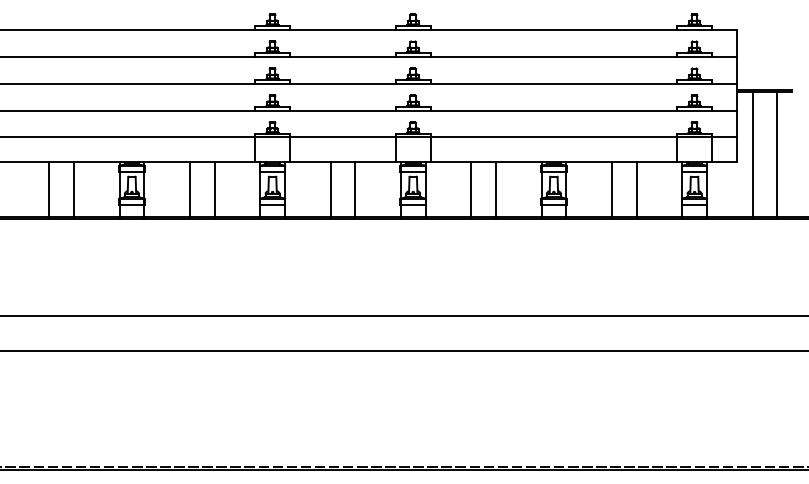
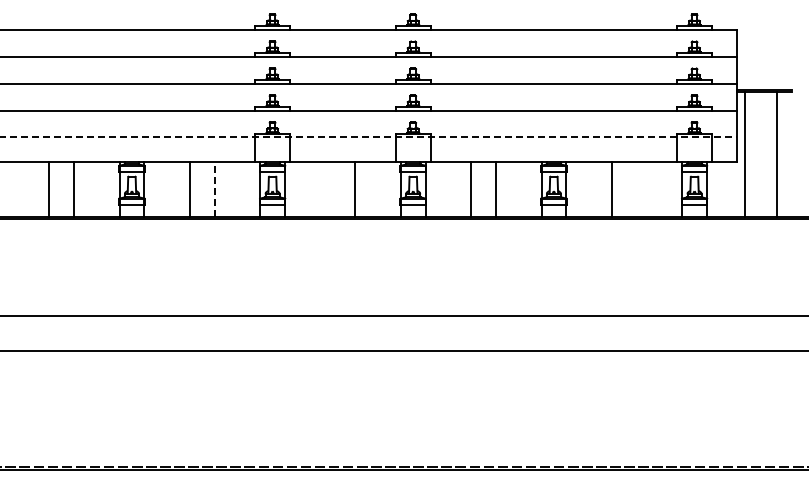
line at (369, 137): solid -> dashed
line at (752, 154) position: (752, 154) -> (744, 154)
line at (214, 189): solid -> dashed
line at (330, 189): present -> none
line at (636, 189): present -> none
